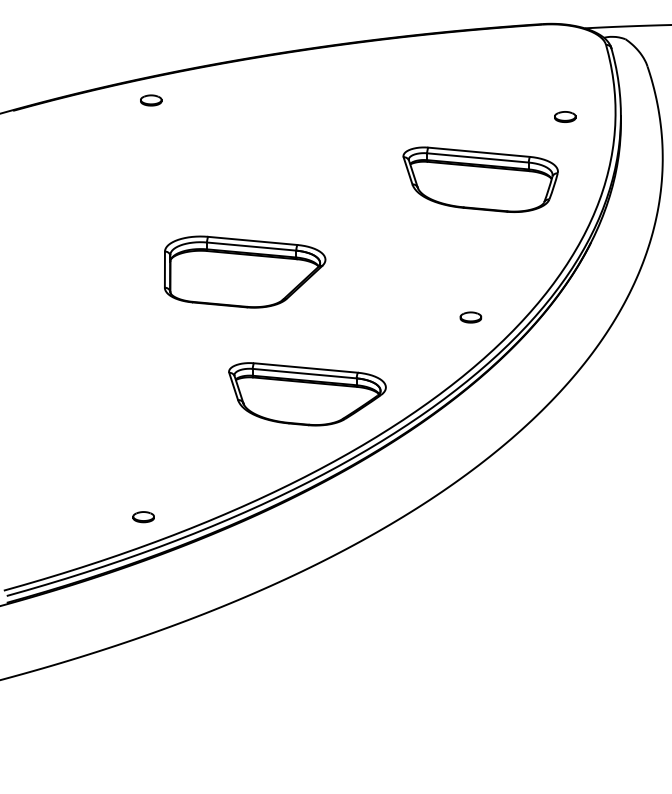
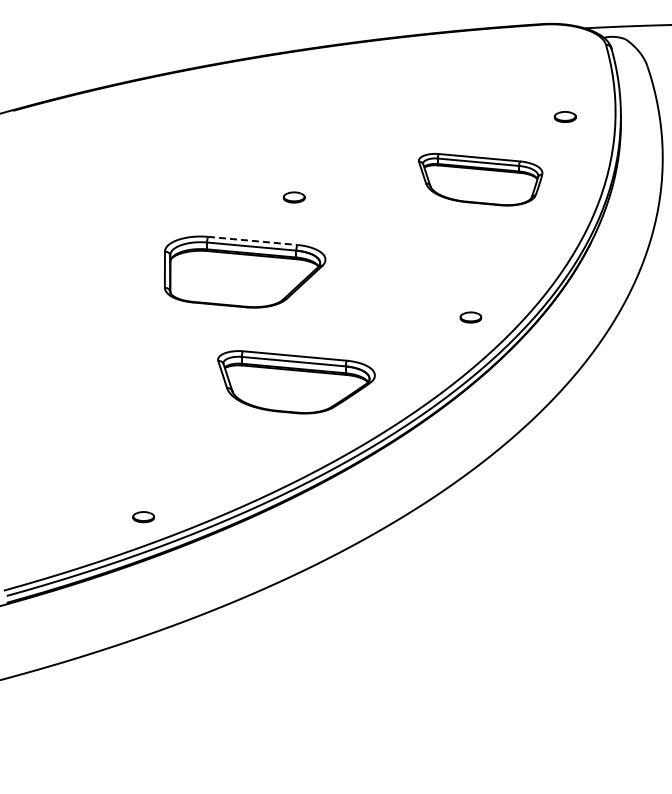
part at (151, 100) position: (151, 100) -> (294, 197)
part at (480, 179) size: 157x67 px -> 126x54 px
line at (252, 240): solid -> dashed
part at (307, 394) position: (307, 394) -> (296, 382)
